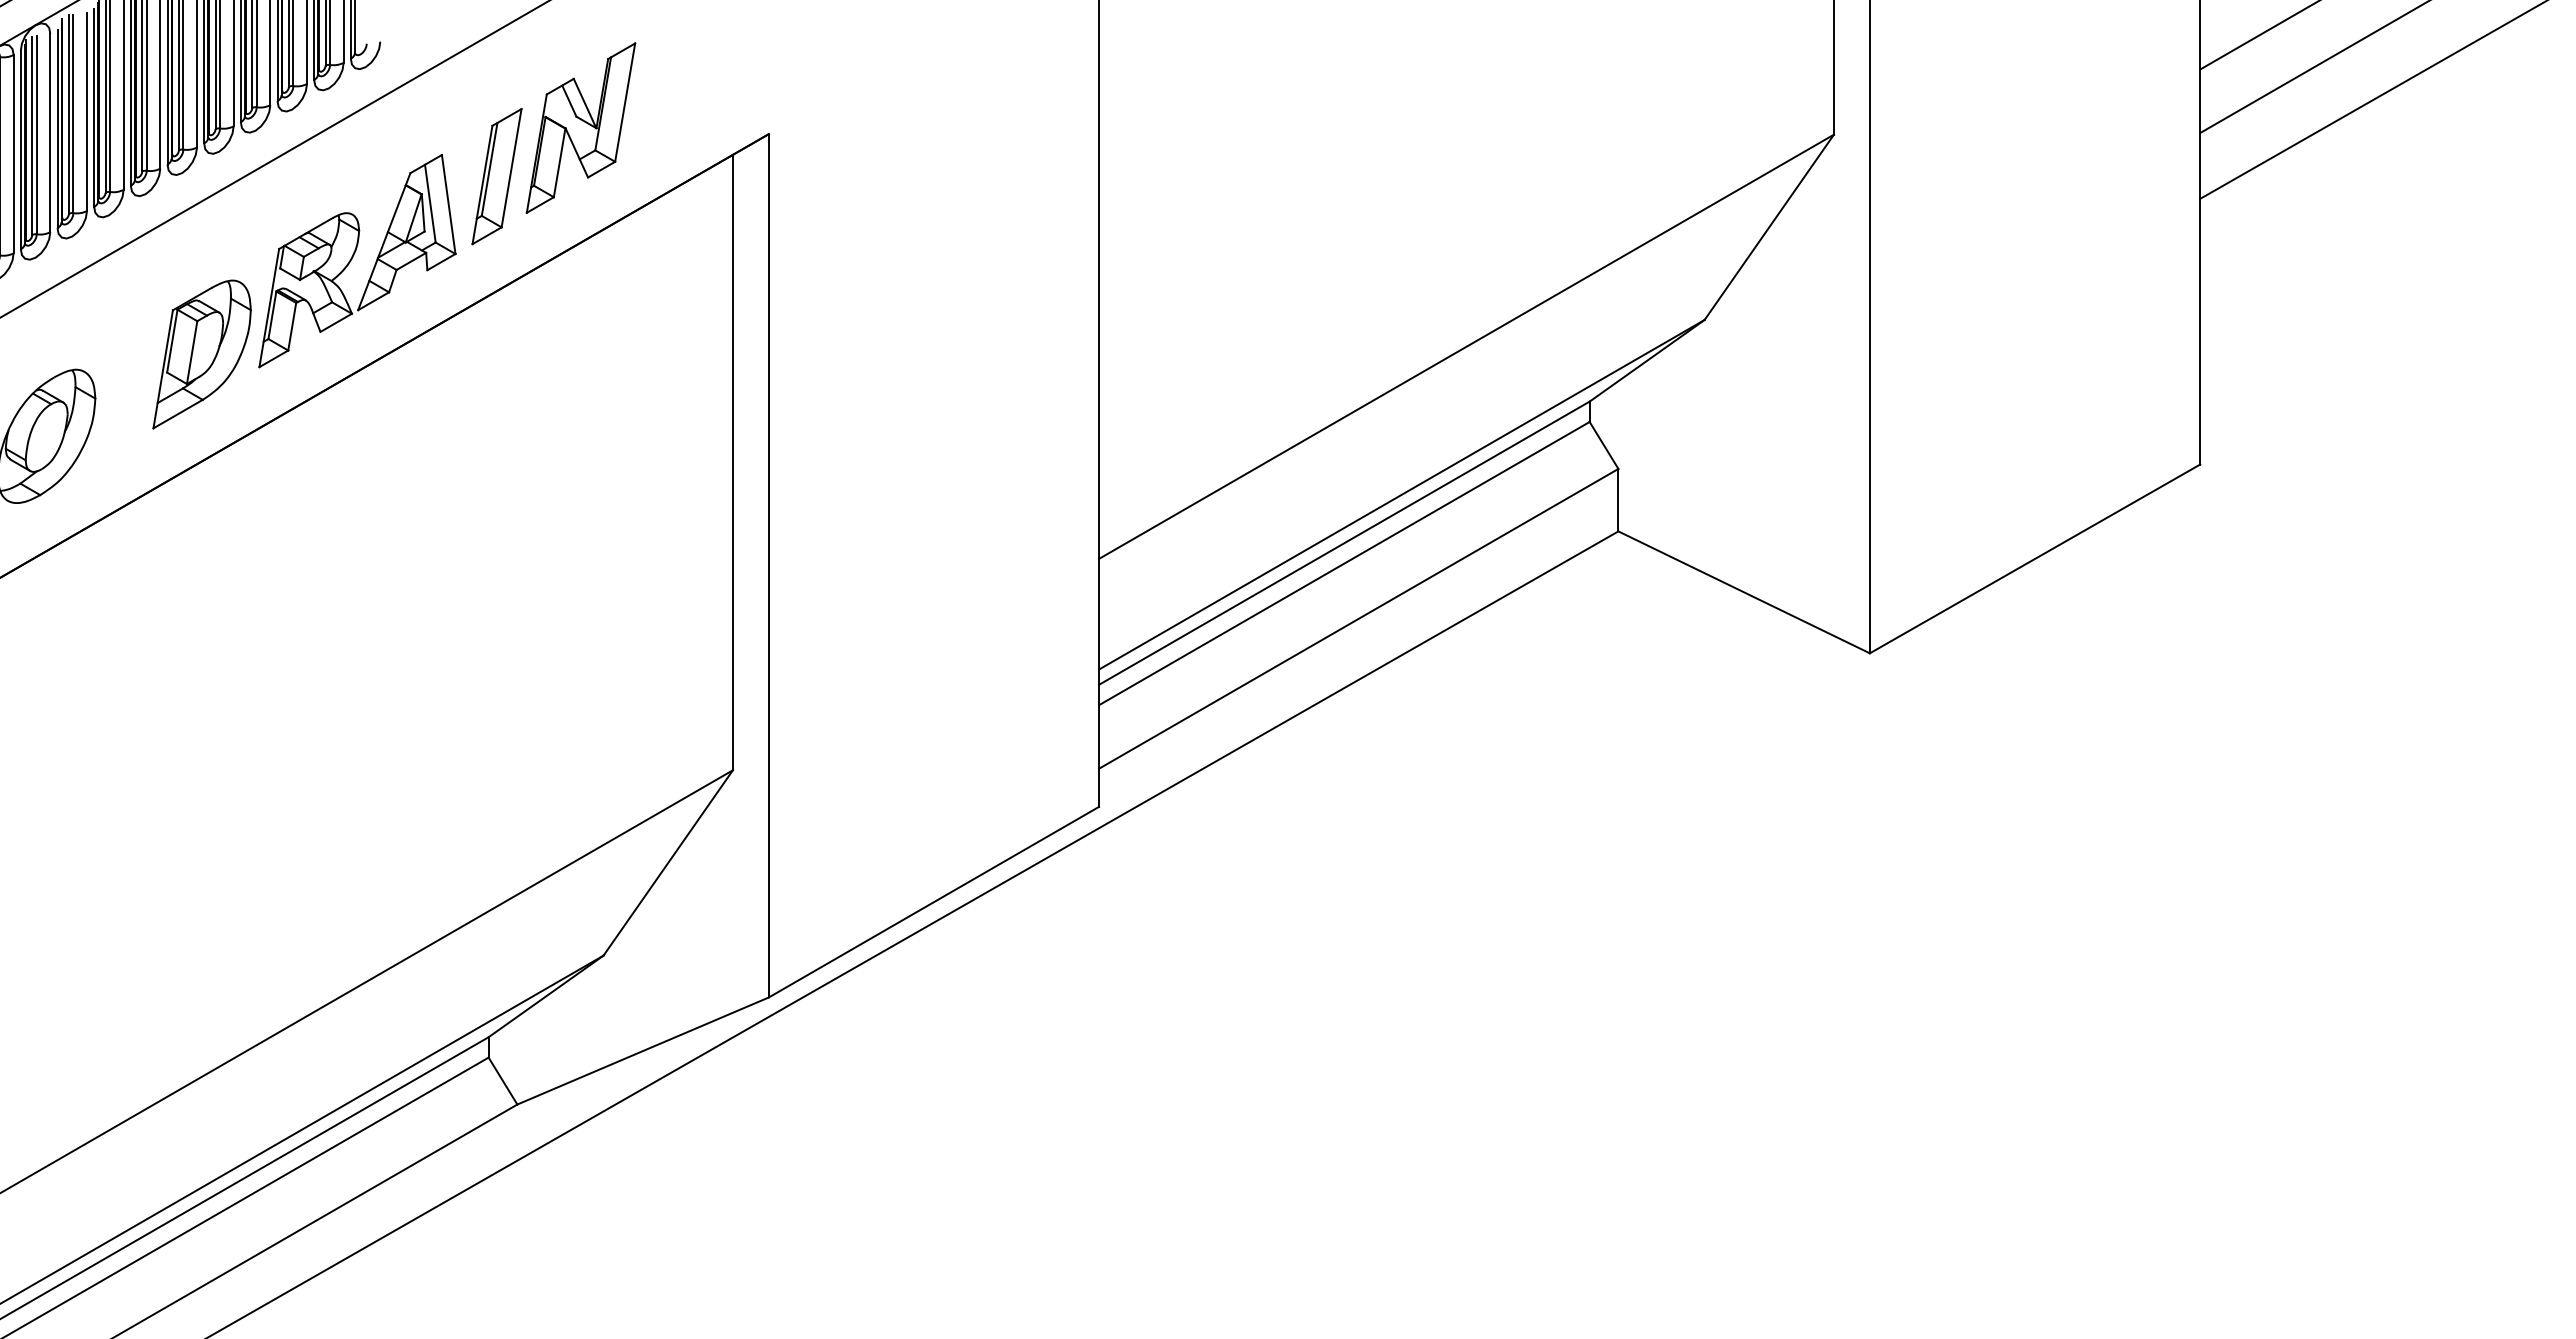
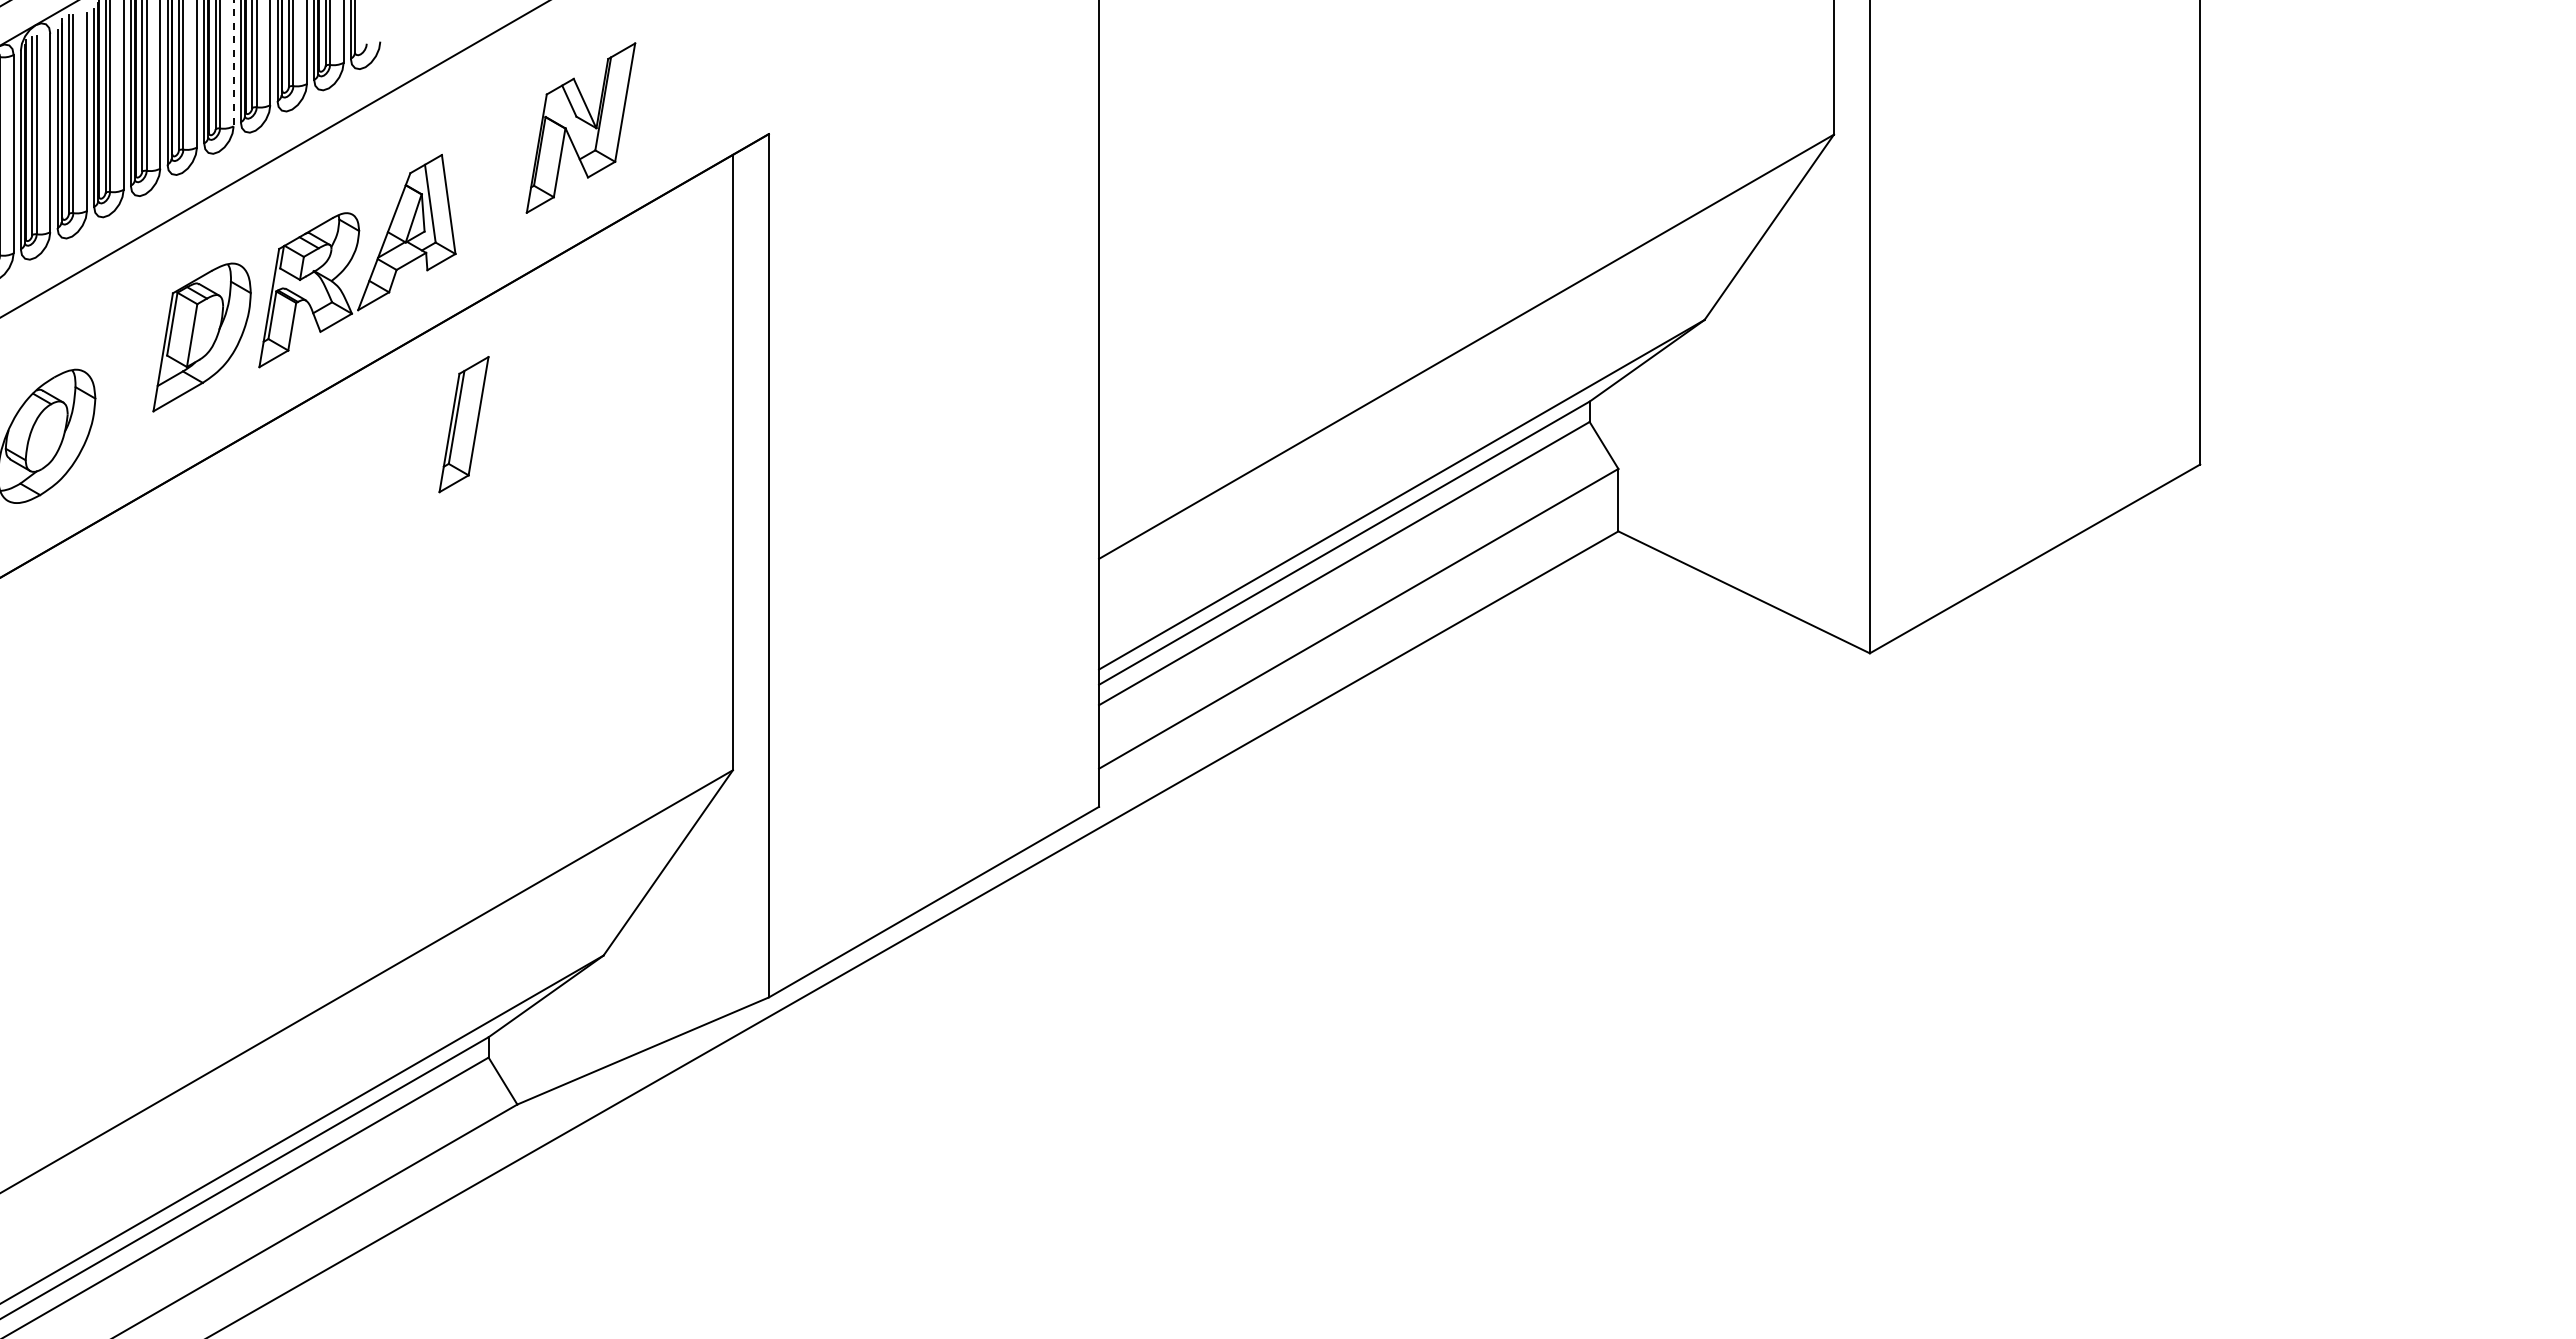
line at (2258, 35): present -> none
line at (233, 63): solid -> dashed
line at (2313, 67): present -> none
line at (2372, 100): present -> none
part at (496, 176) position: (496, 176) -> (463, 424)
part at (201, 354) position: (201, 354) -> (201, 337)
